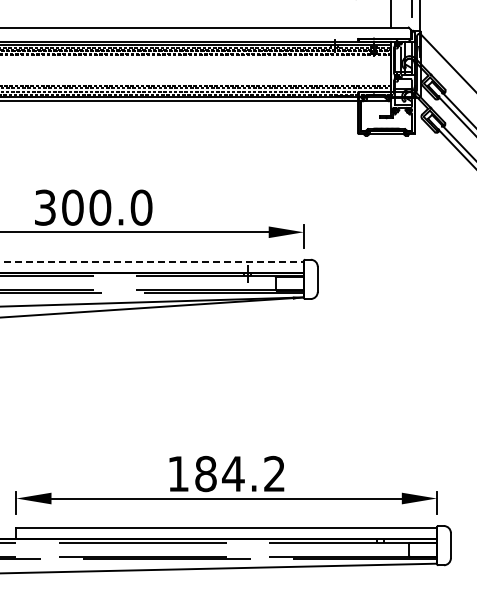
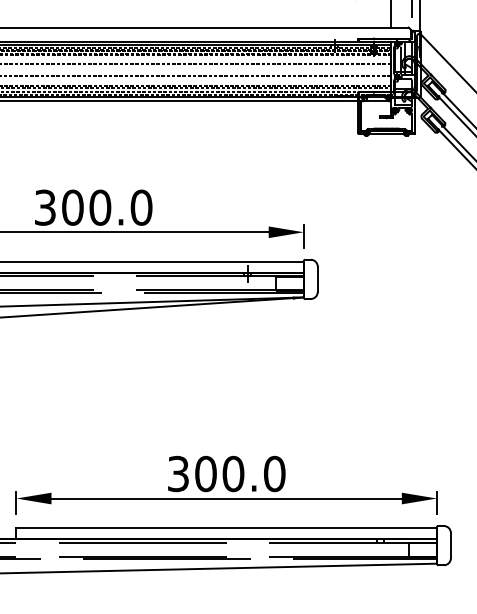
line at (196, 64): none -> present
line at (196, 75): none -> present
line at (151, 262): dashed -> solid
text at (226, 473): 184.2 -> 300.0
